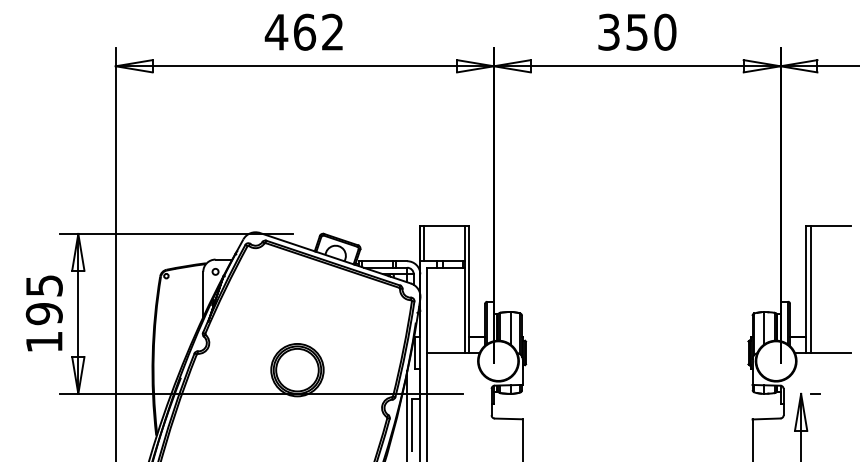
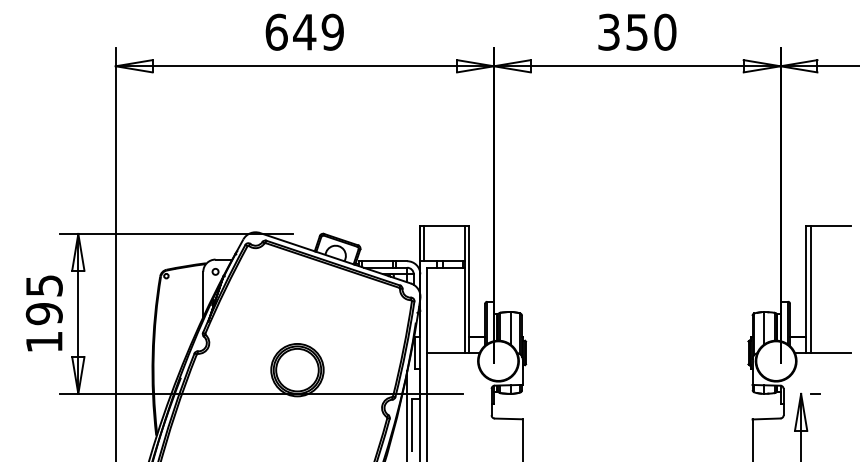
text at (303, 31): 462 -> 649
